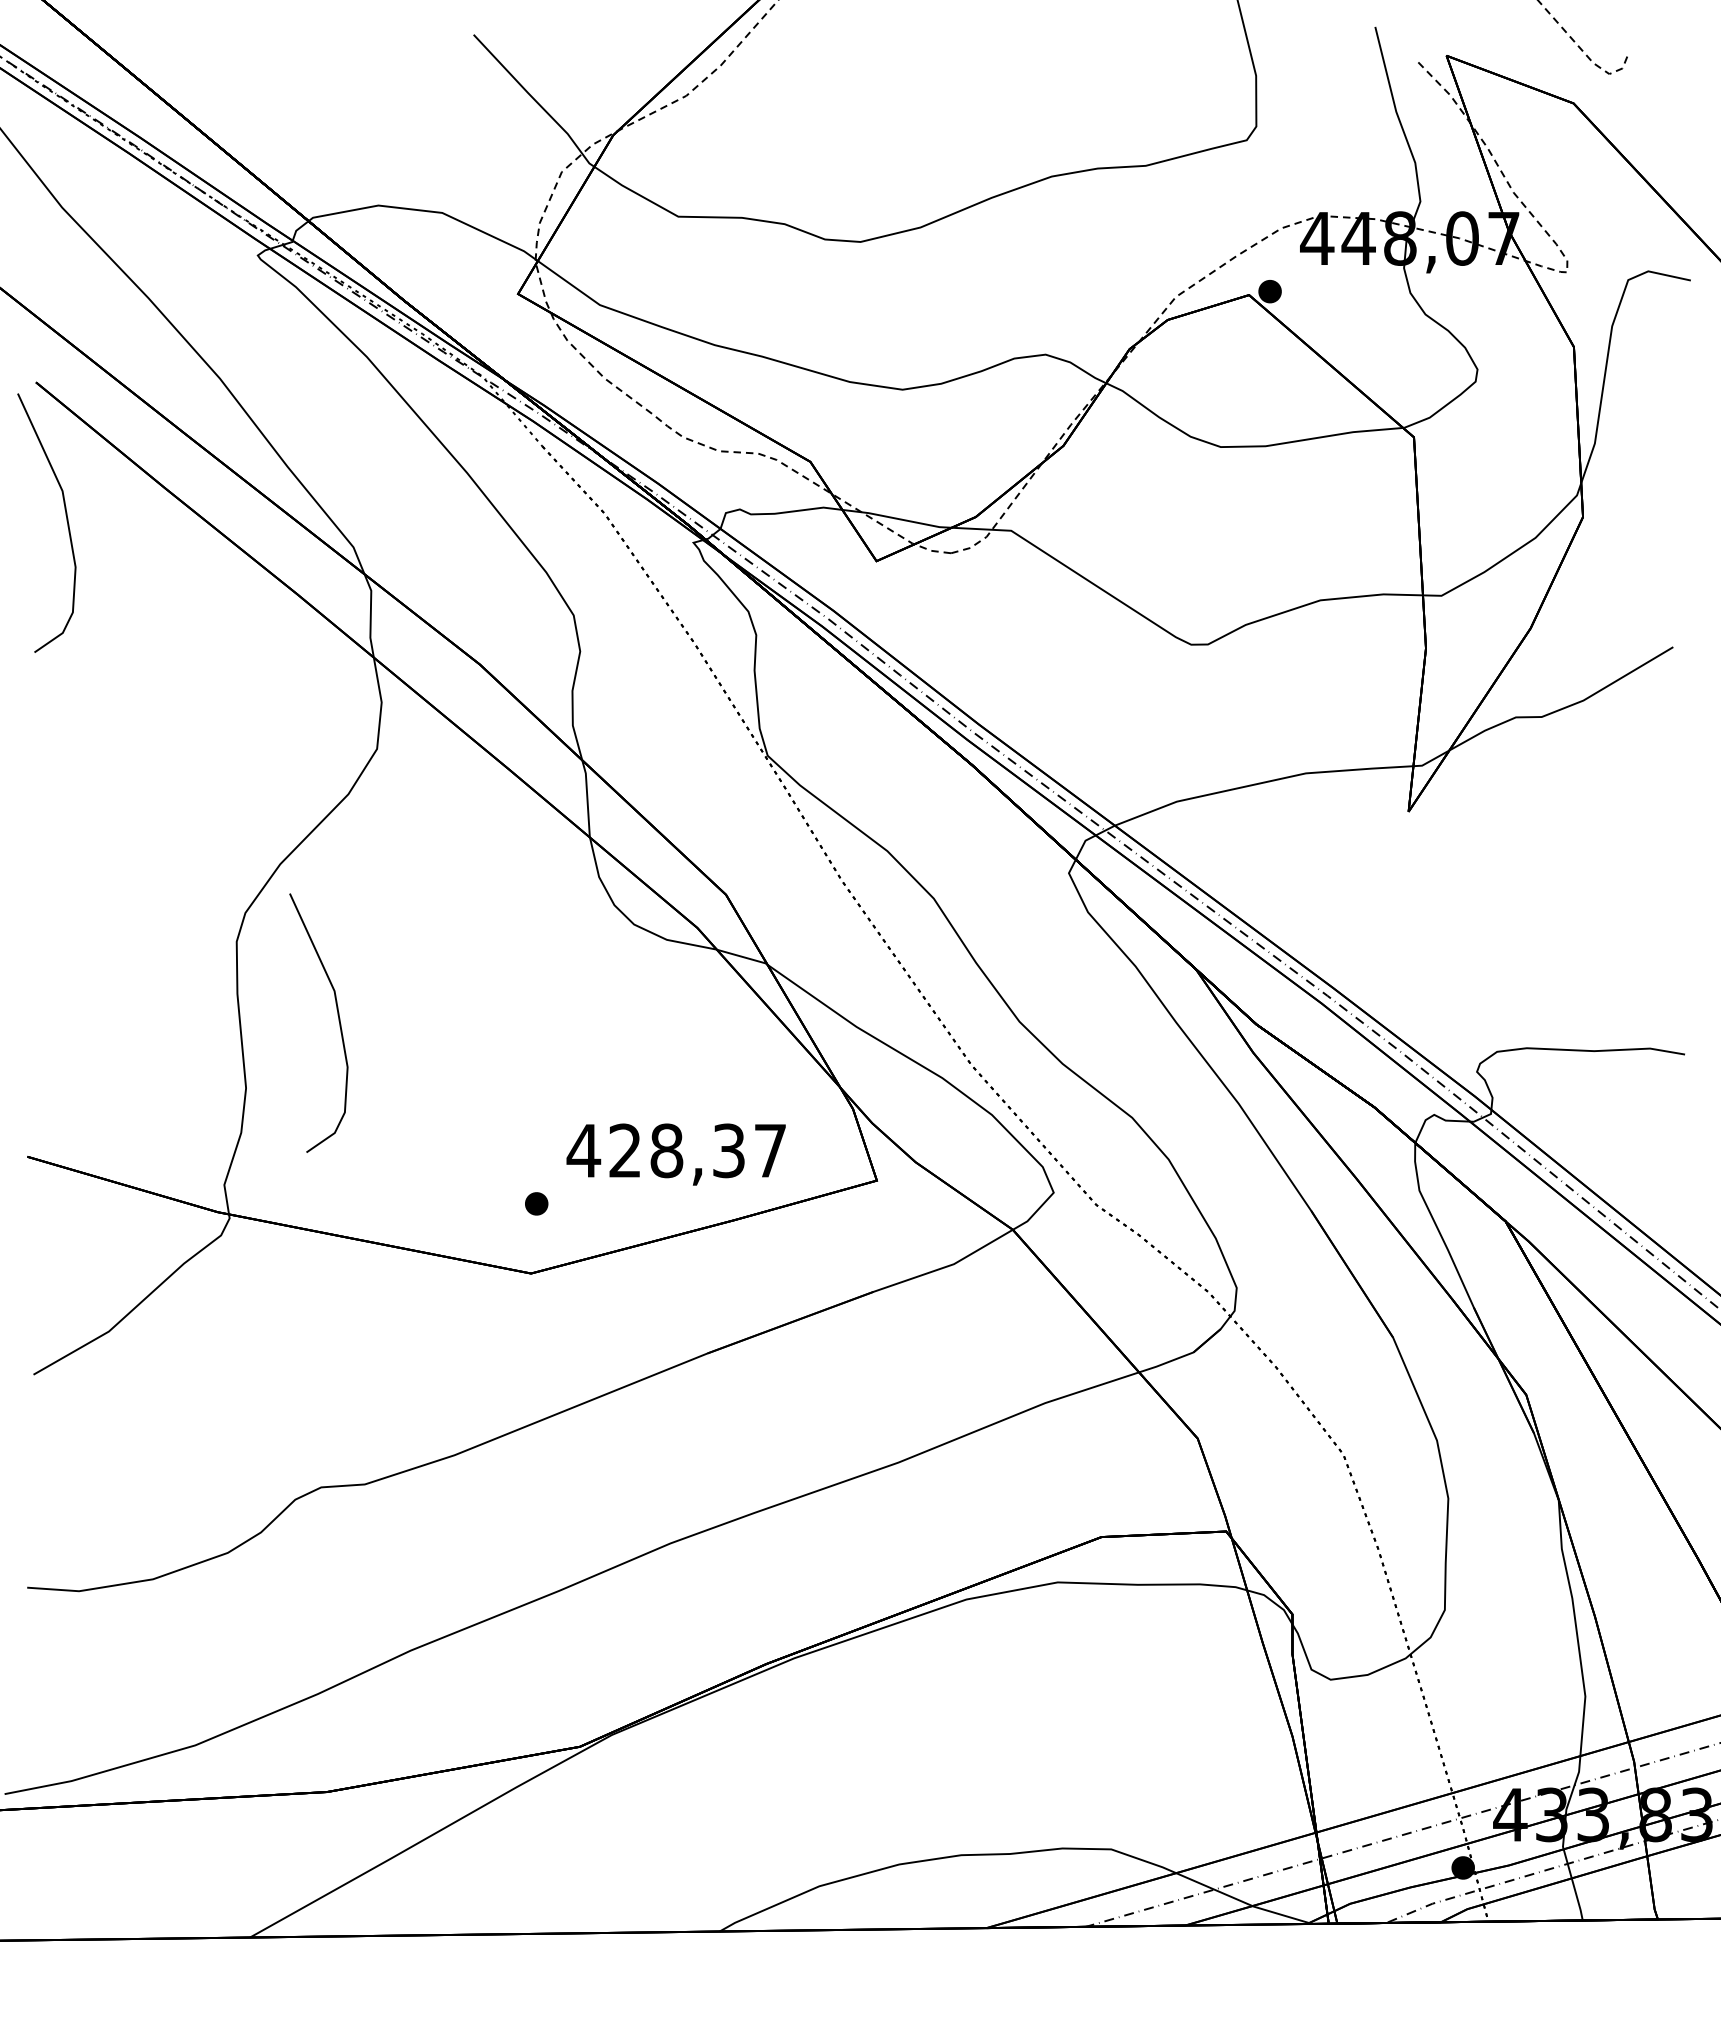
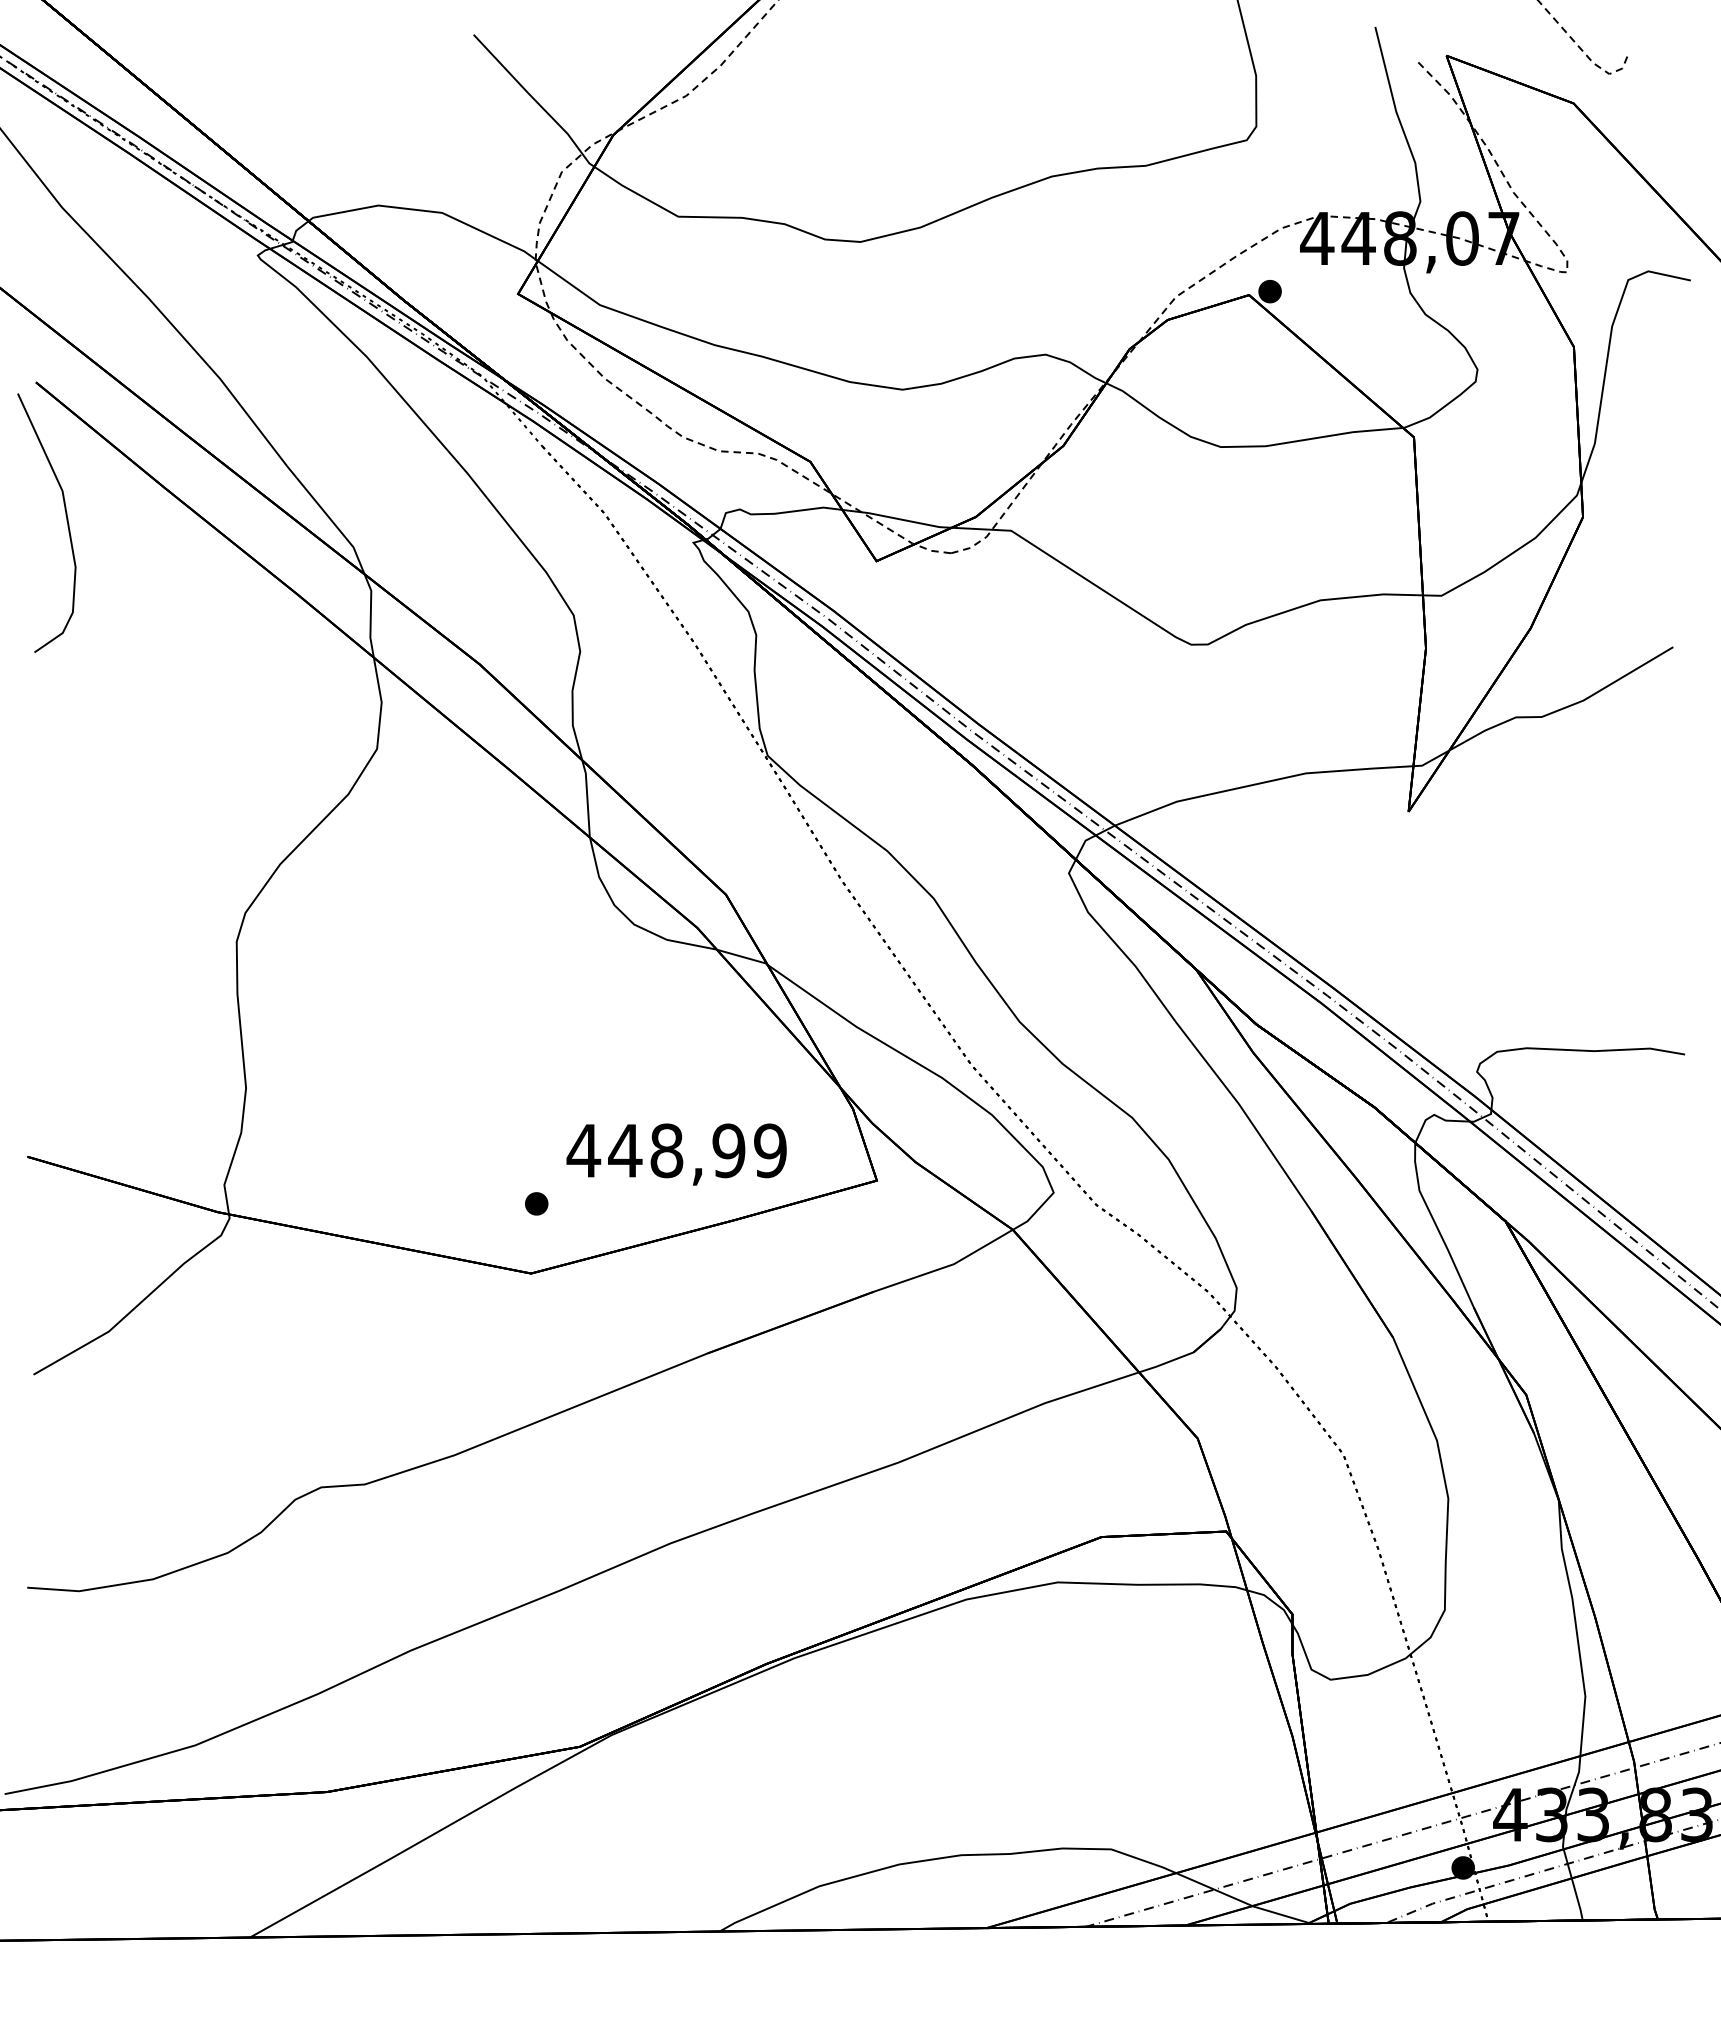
curve at (338, 1021): present -> none
text at (697, 1150): 428,37 -> 448,99
